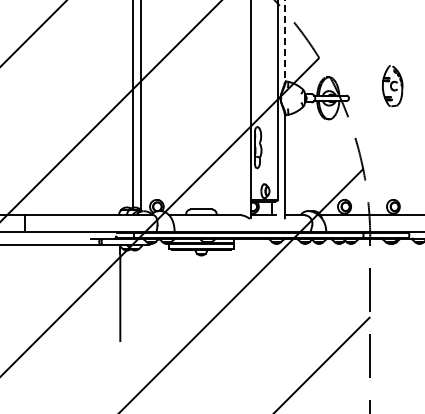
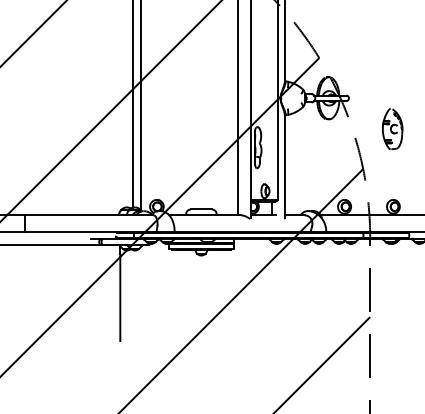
line at (284, 42): dashed -> solid
part at (392, 86) position: (392, 86) -> (392, 129)
line at (237, 108): none -> present
